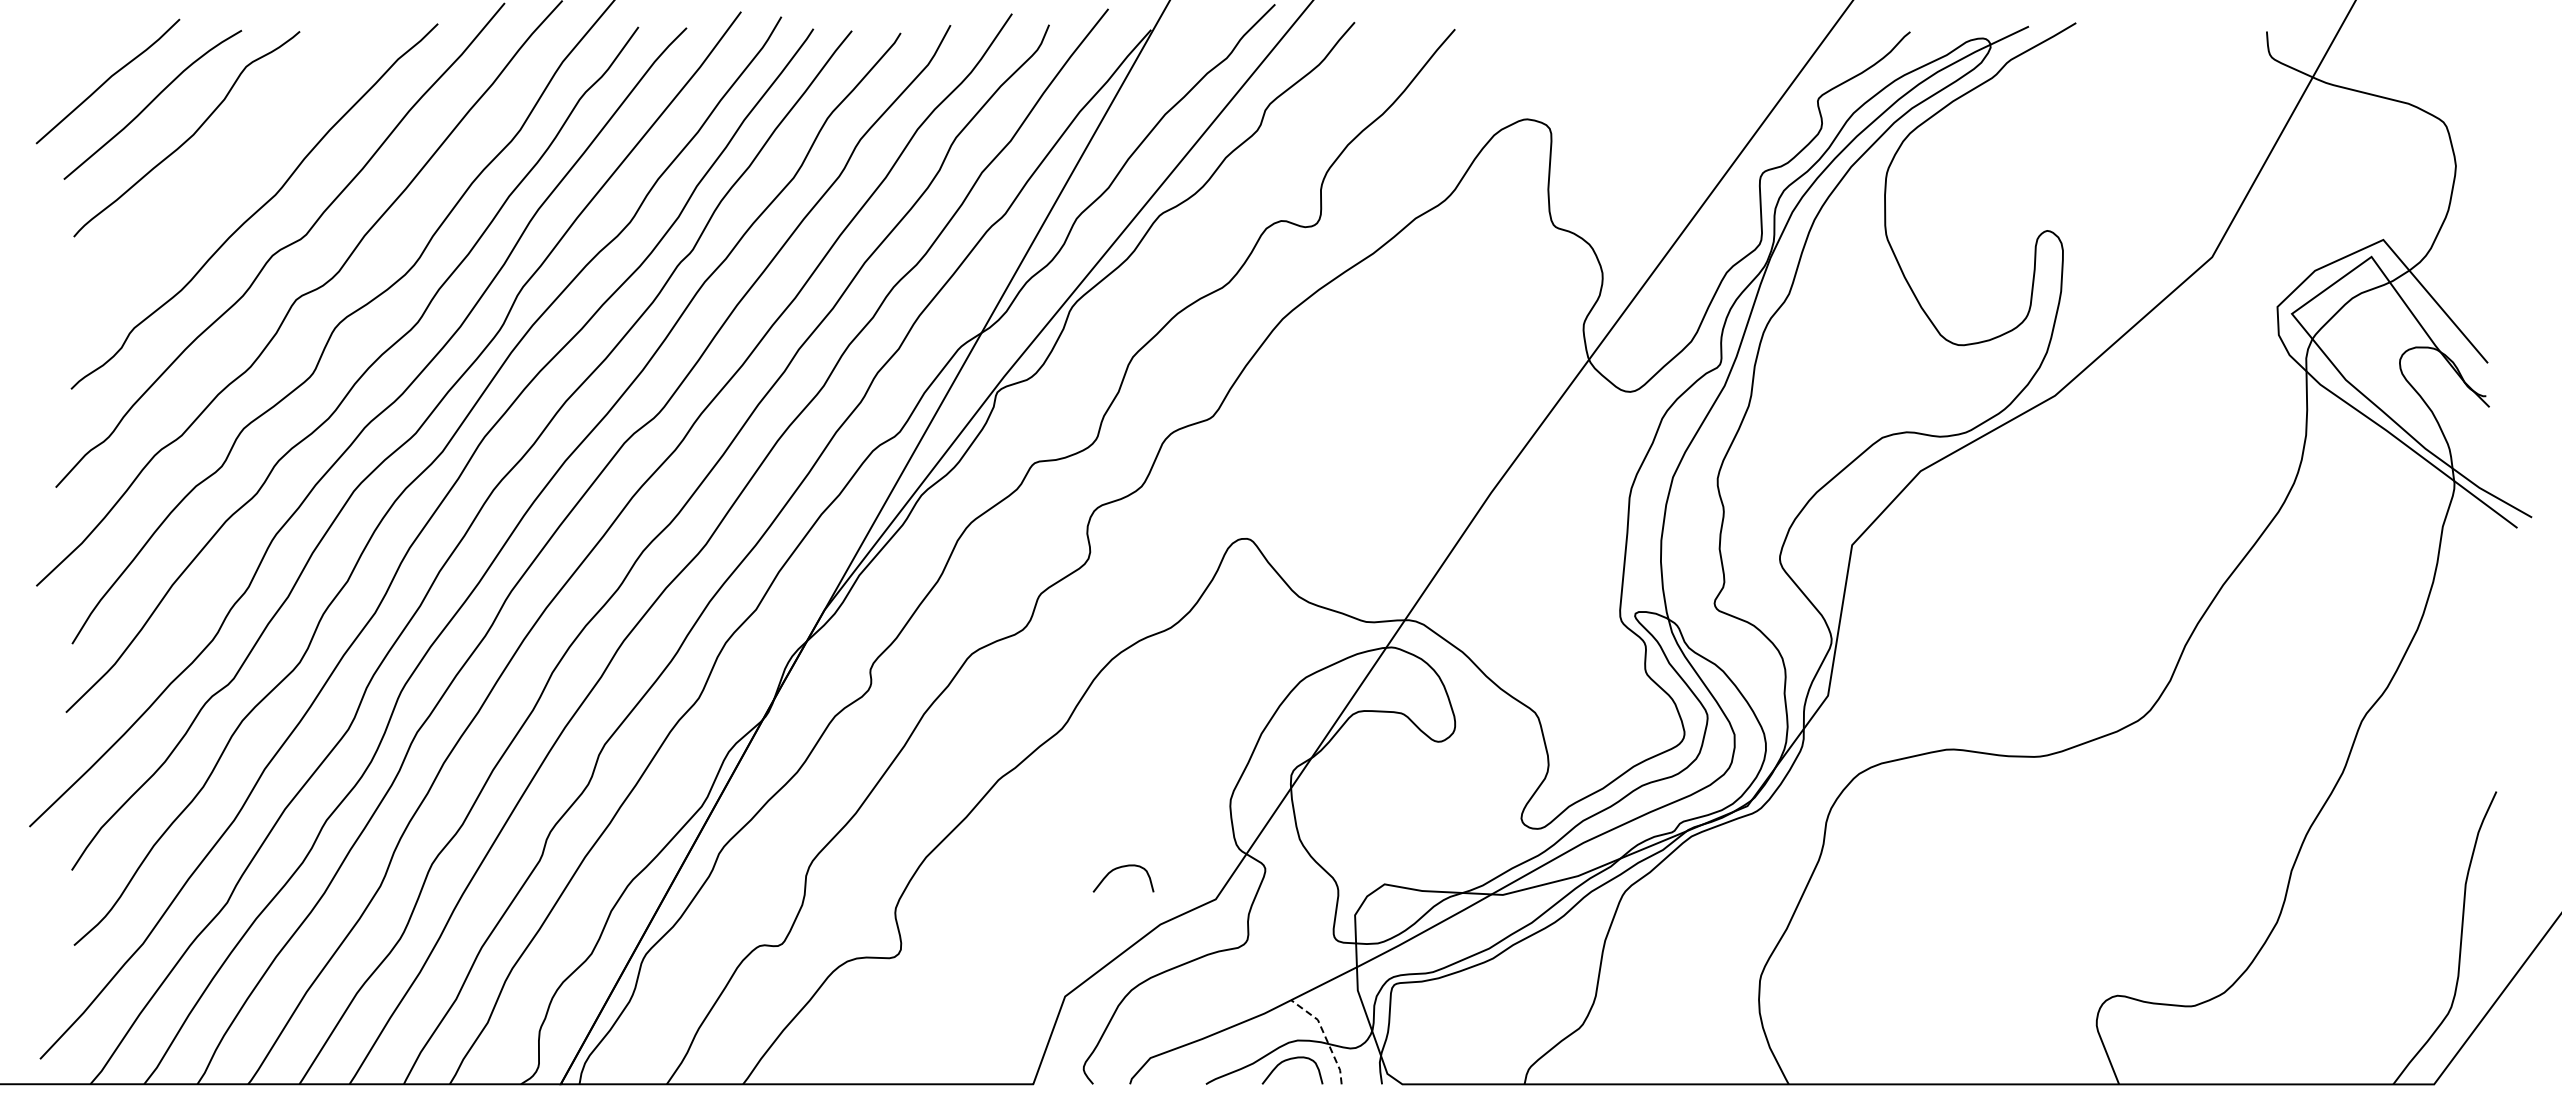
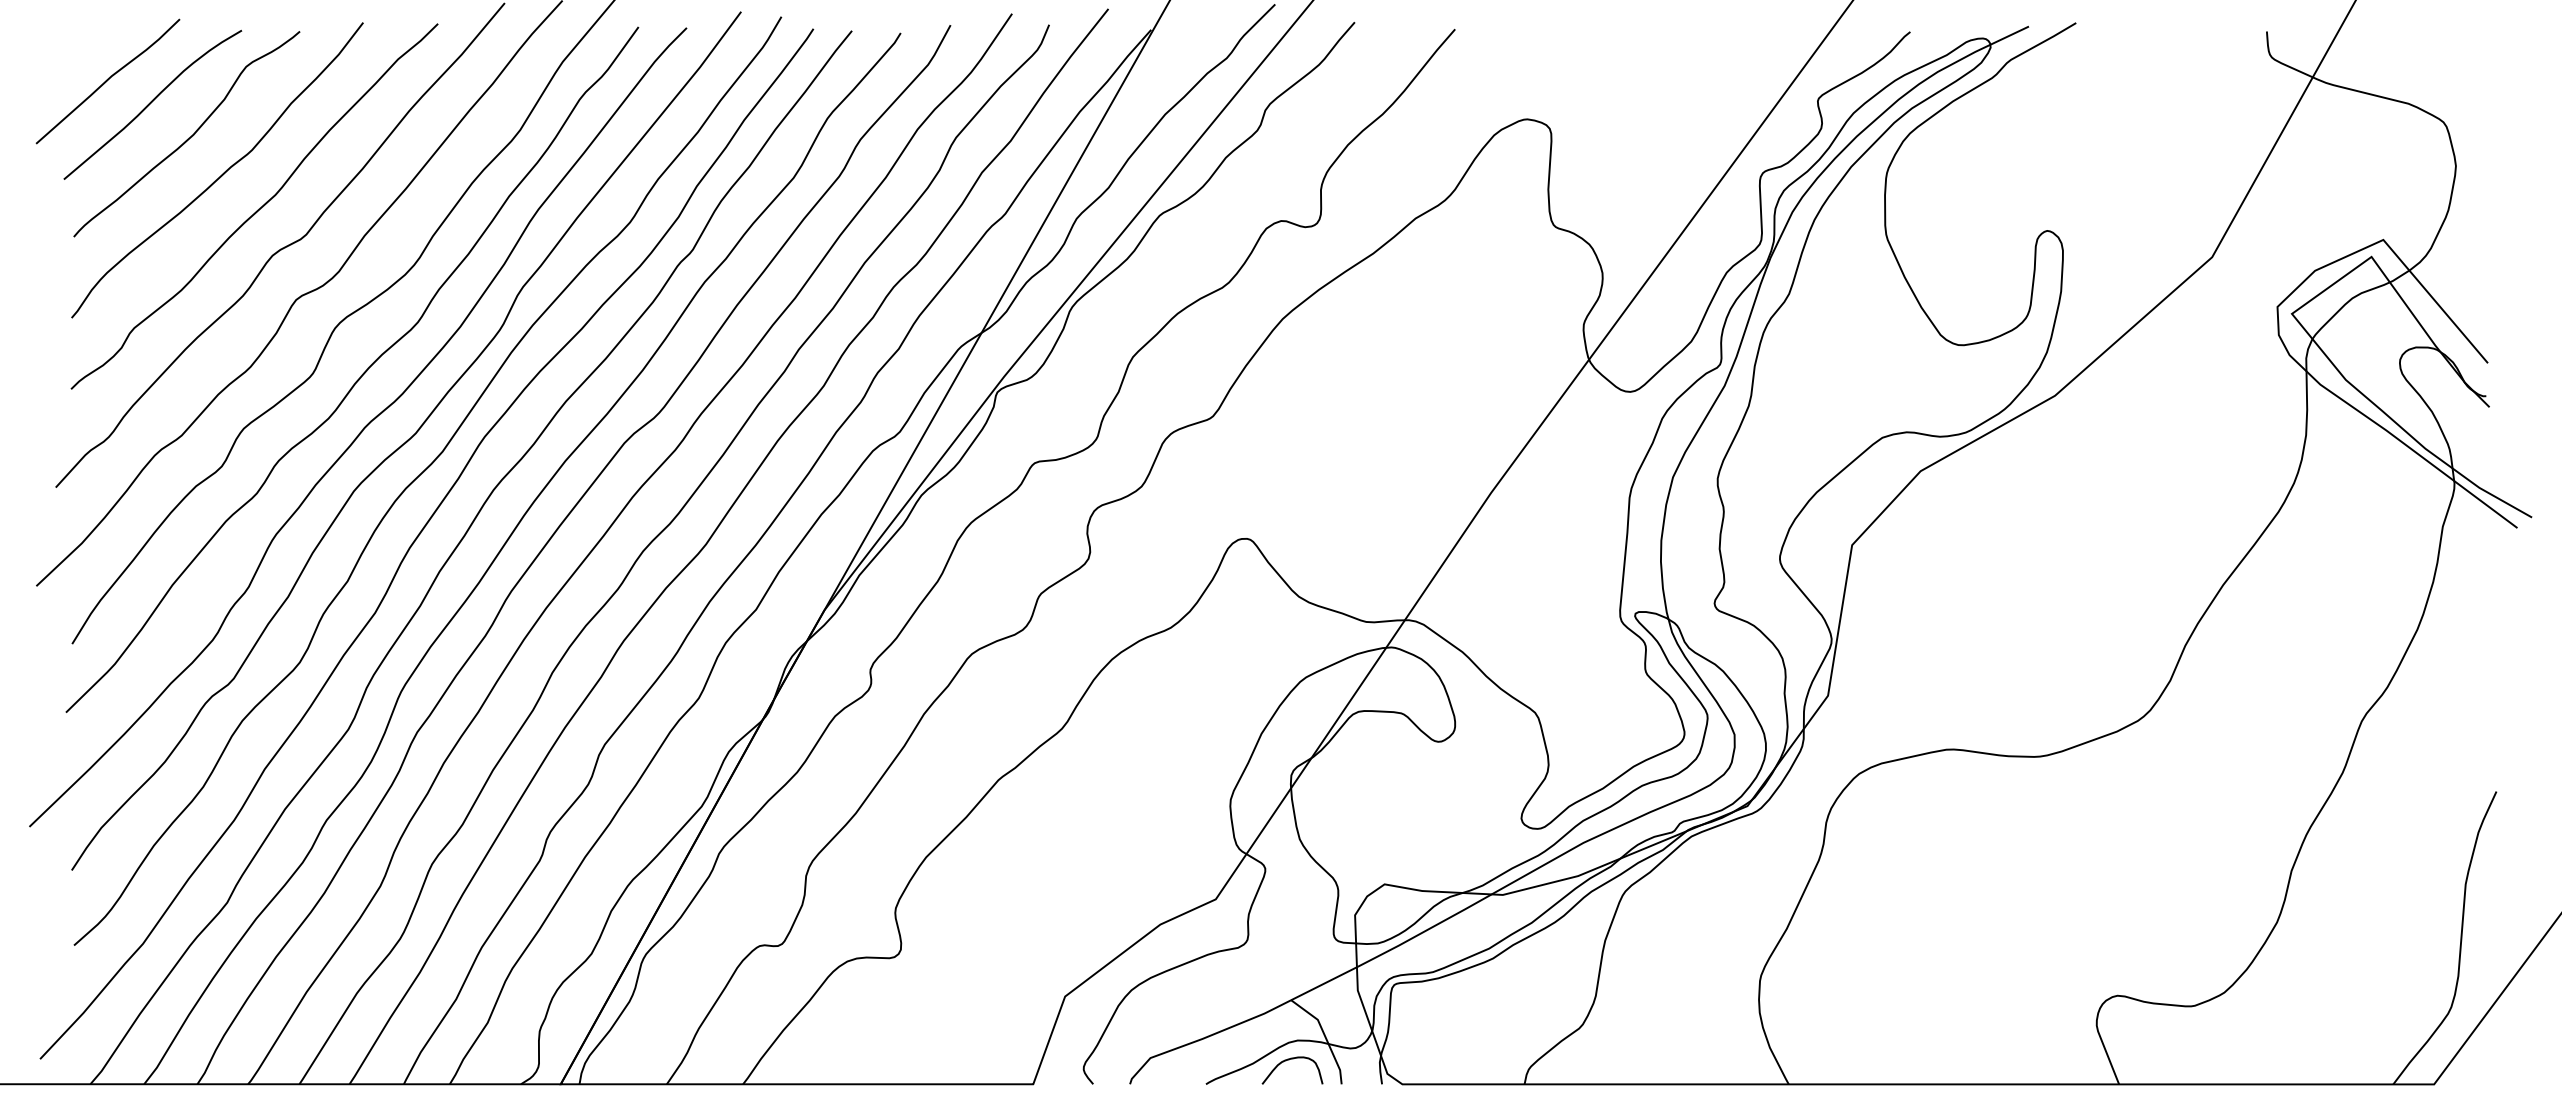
curve at (221, 174): none -> present
curve at (1120, 868): present -> none
line at (1325, 1036): dashed -> solid
